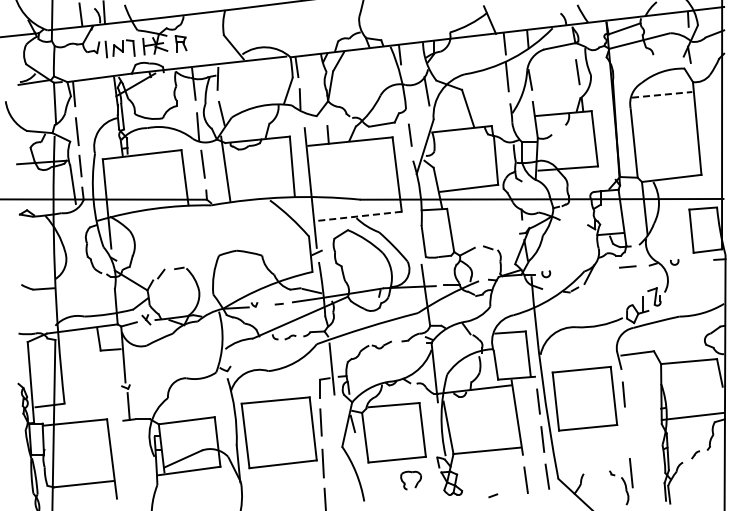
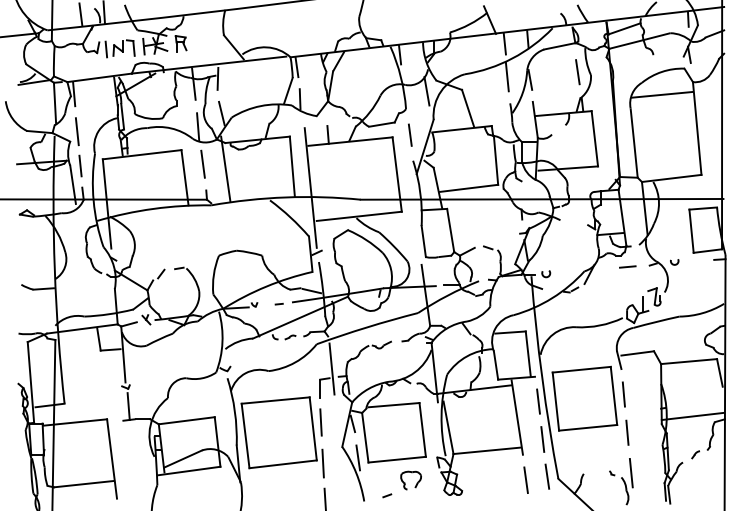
line at (662, 94): dashed -> solid
line at (359, 216): dashed -> solid
line at (627, 432): none -> present
line at (358, 457): none -> present
line at (493, 495) position: (493, 495) -> (387, 495)
